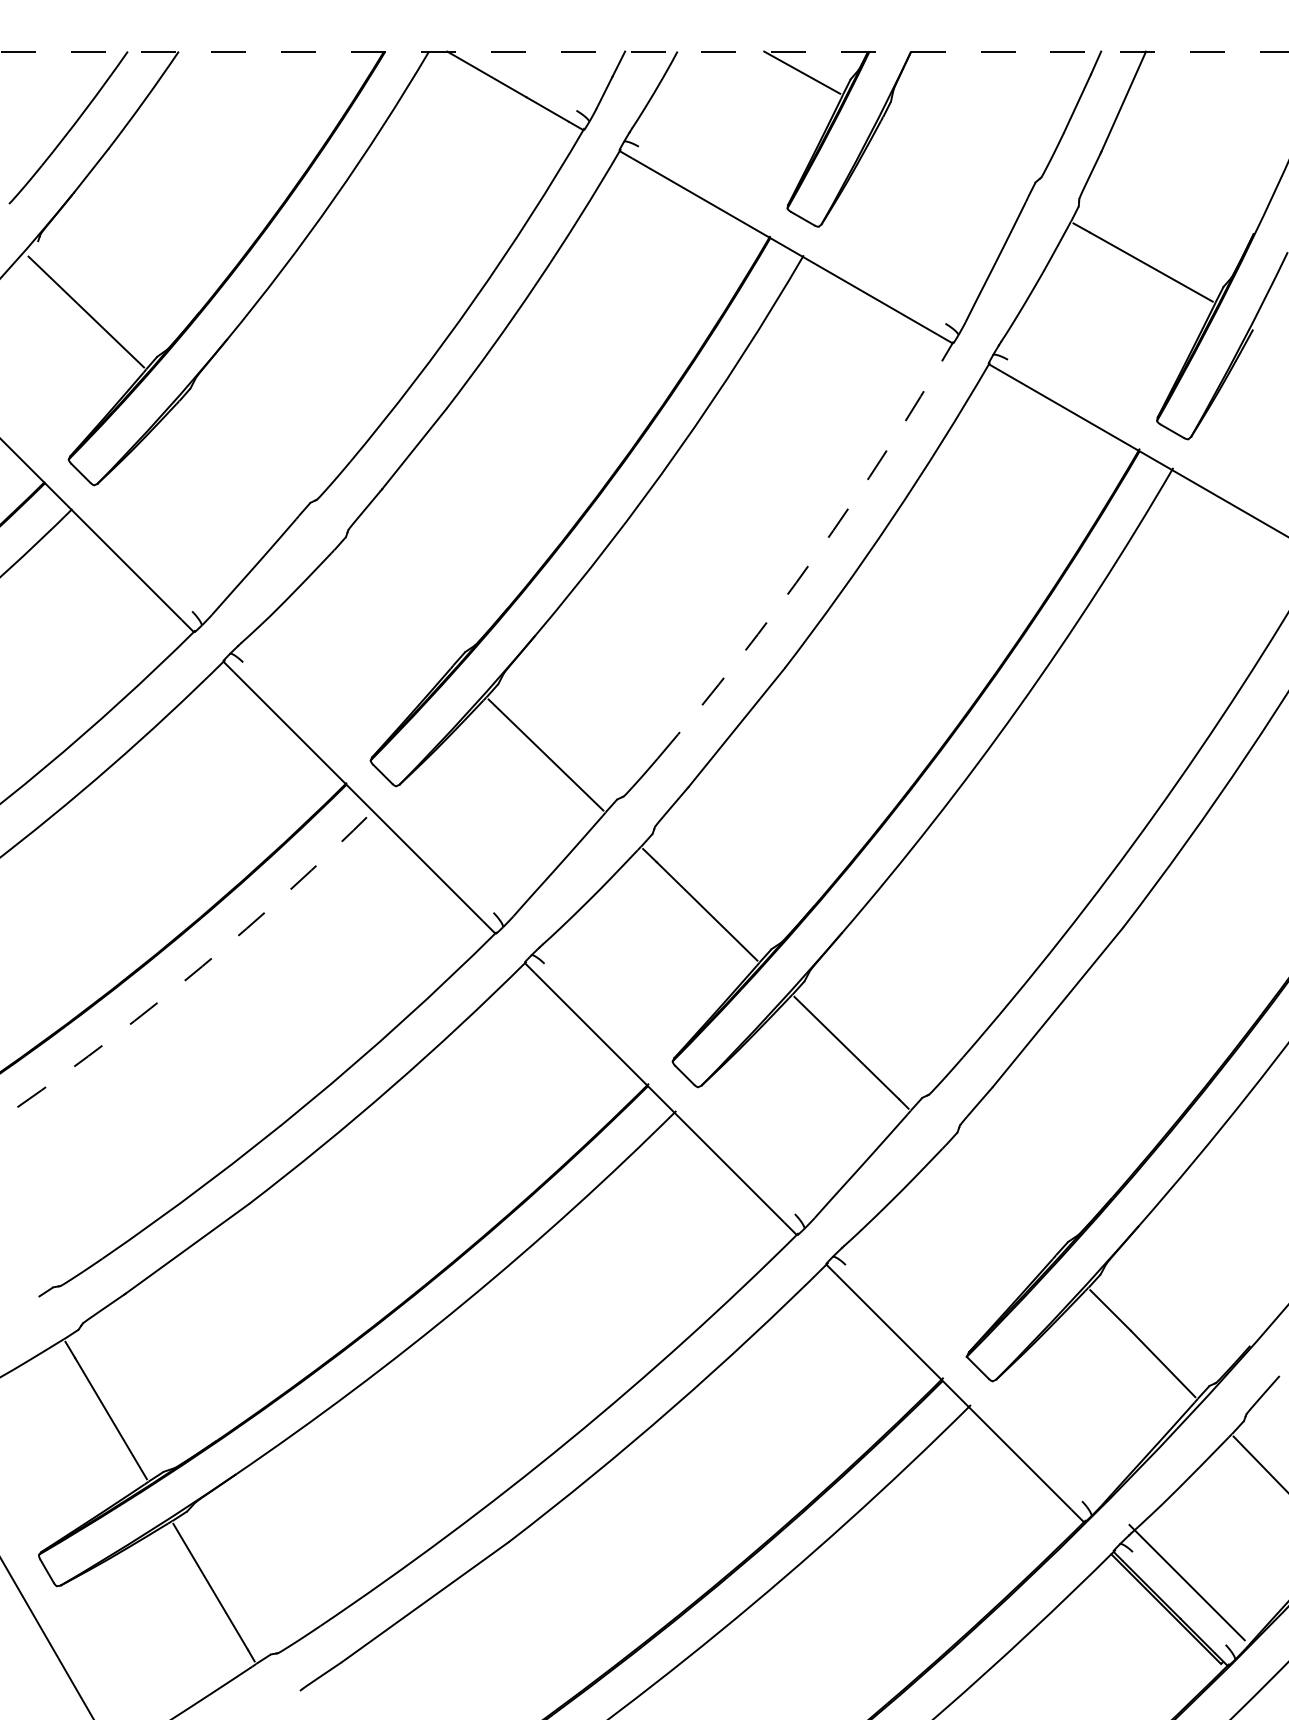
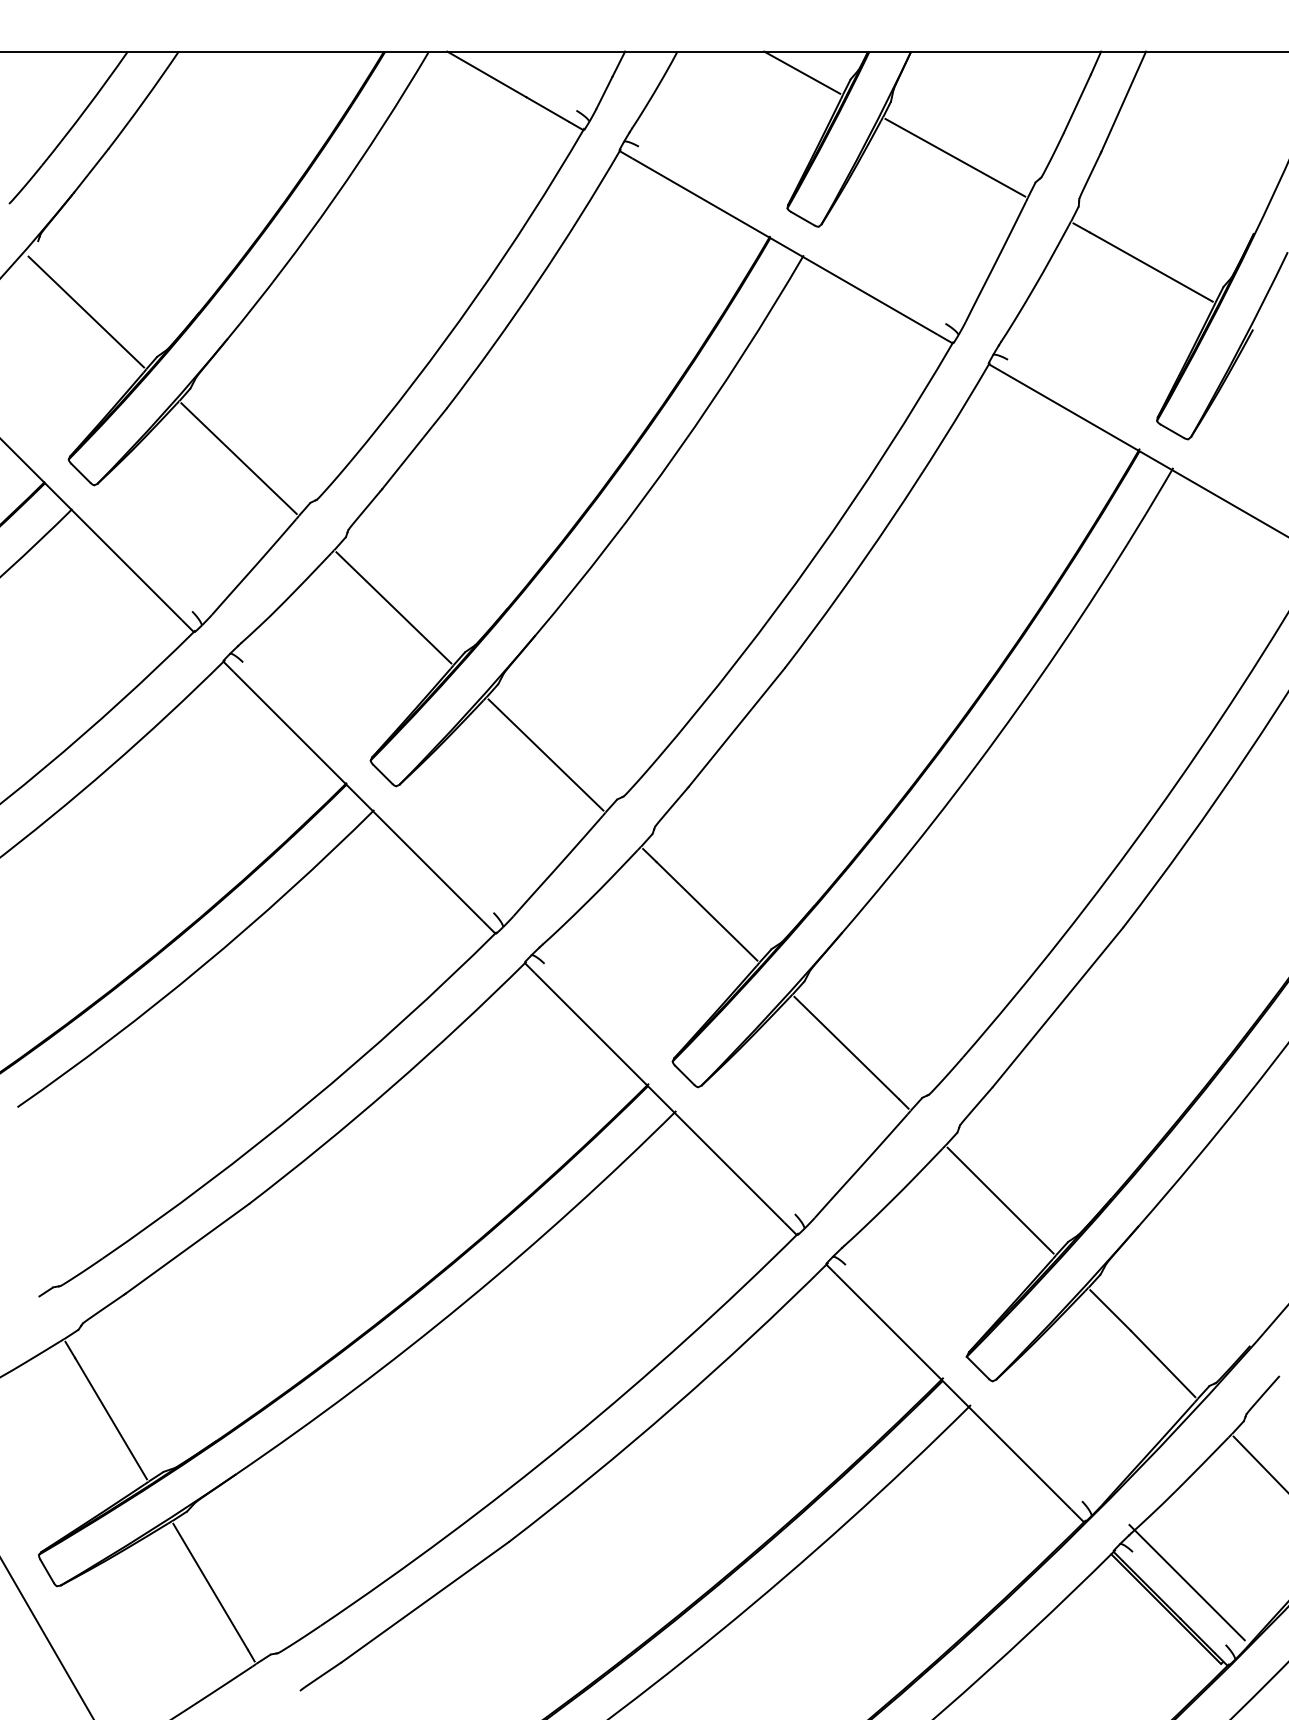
line at (644, 51): dashed -> solid
line at (955, 157): none -> present
line at (238, 458): none -> present
arc at (814, 556): dashed -> solid
line at (393, 607): none -> present
arc at (202, 966): dashed -> solid
line at (1000, 1200): none -> present
